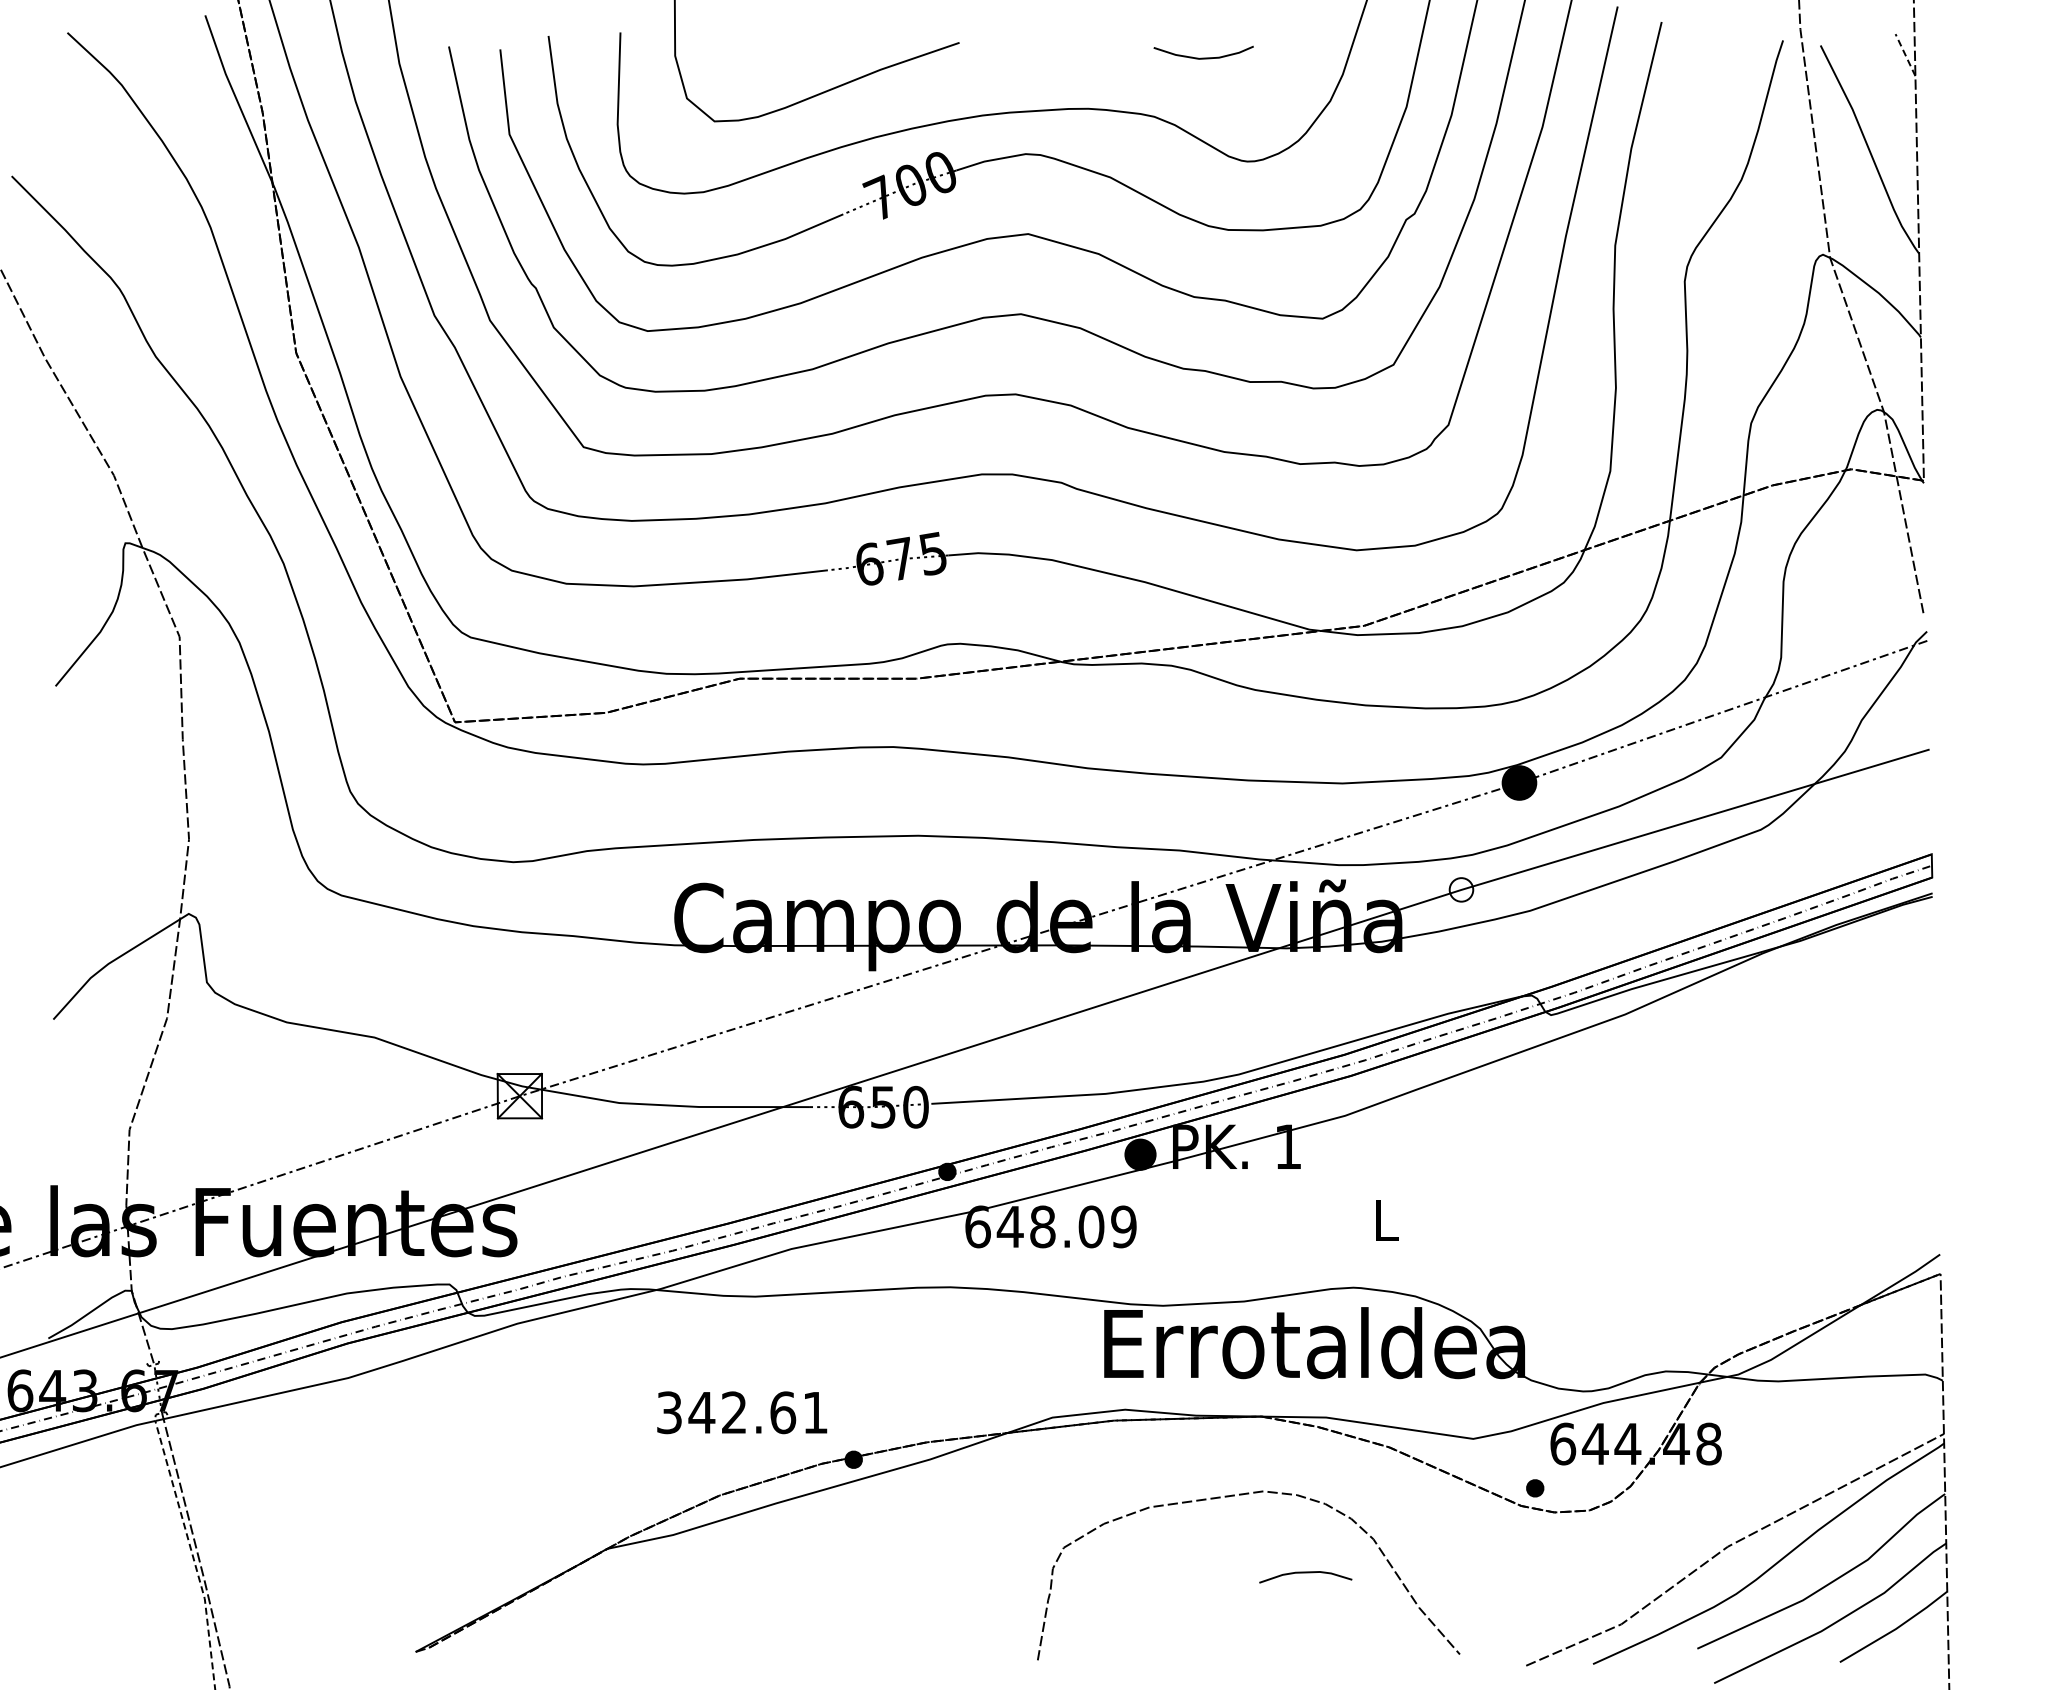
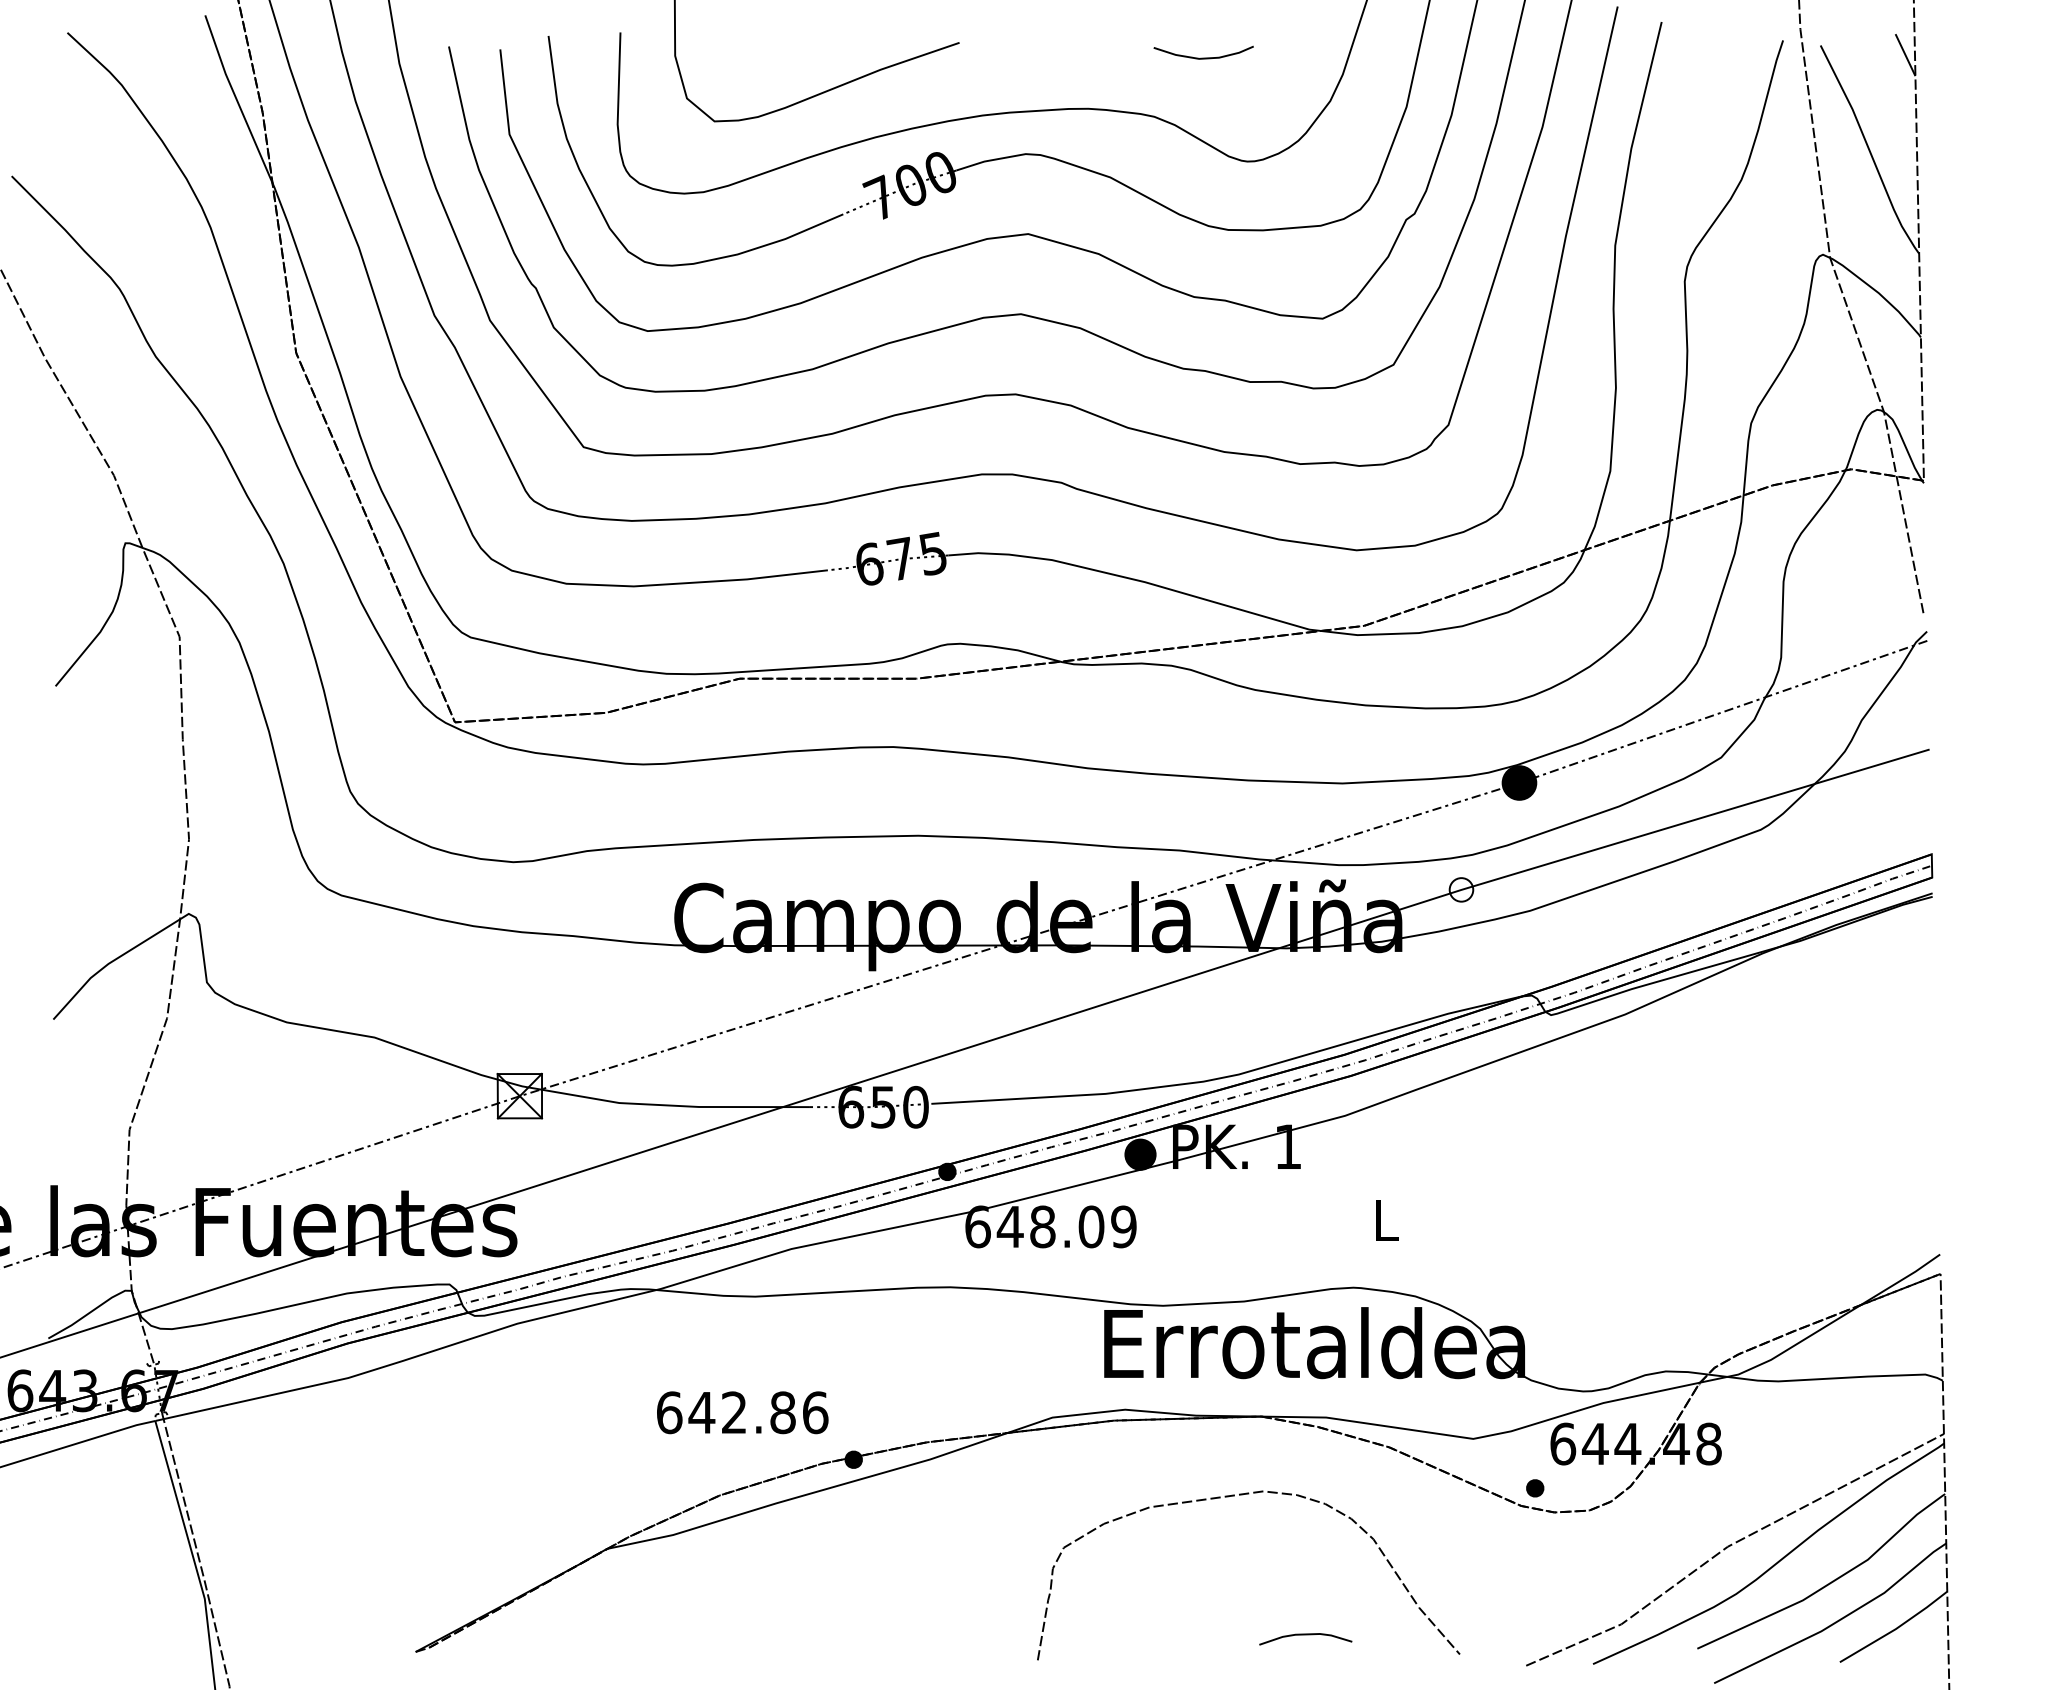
line at (1905, 54): dashed -> solid
text at (742, 1412): 342.61 -> 642.86
line at (192, 1553): dashed -> solid
curve at (1305, 1573) position: (1305, 1573) -> (1305, 1635)
